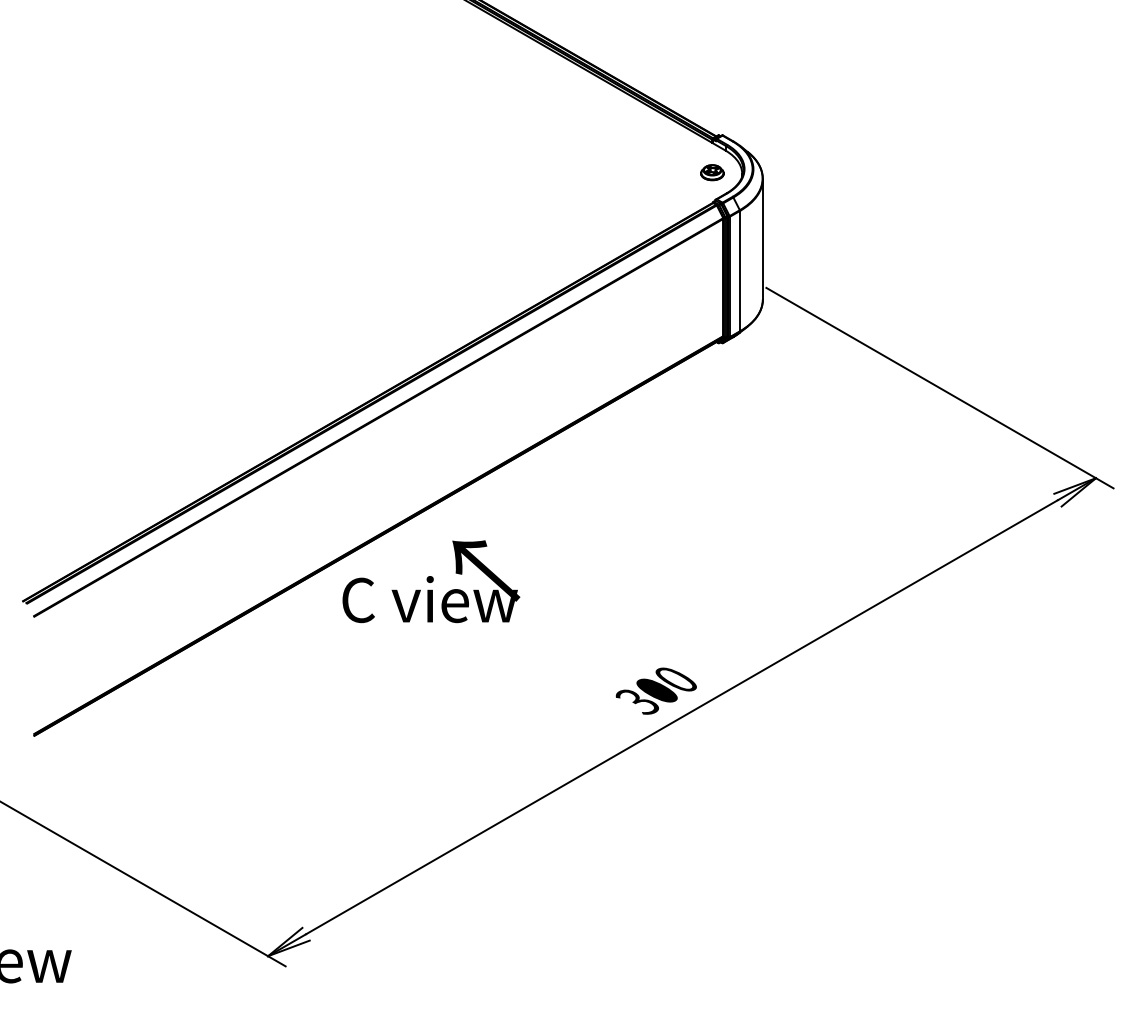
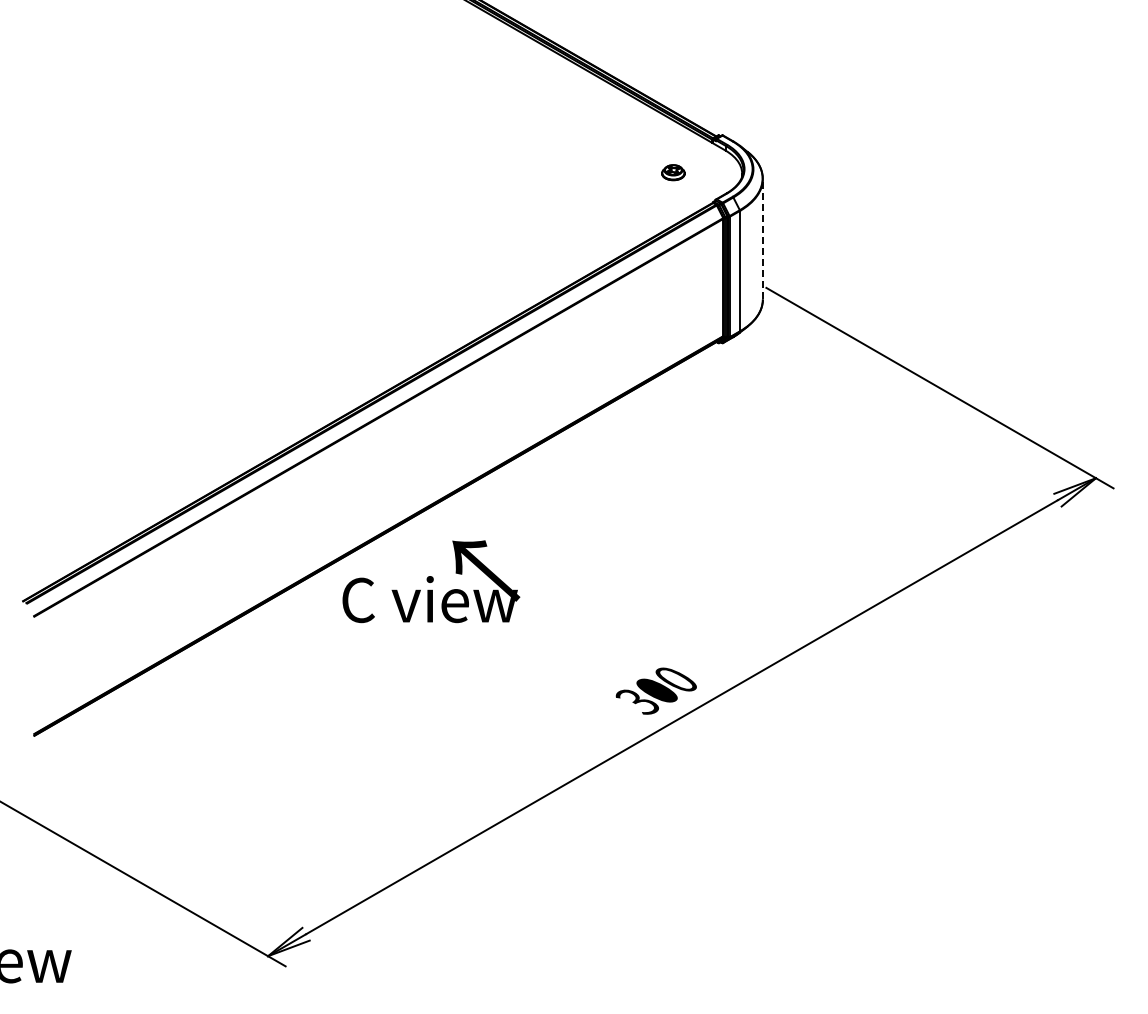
part at (712, 172) position: (712, 172) -> (673, 172)
line at (762, 238): solid -> dashed
